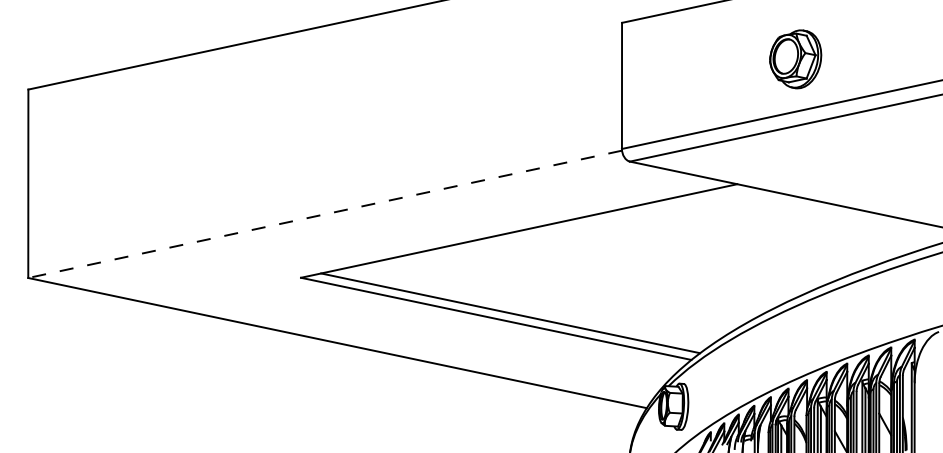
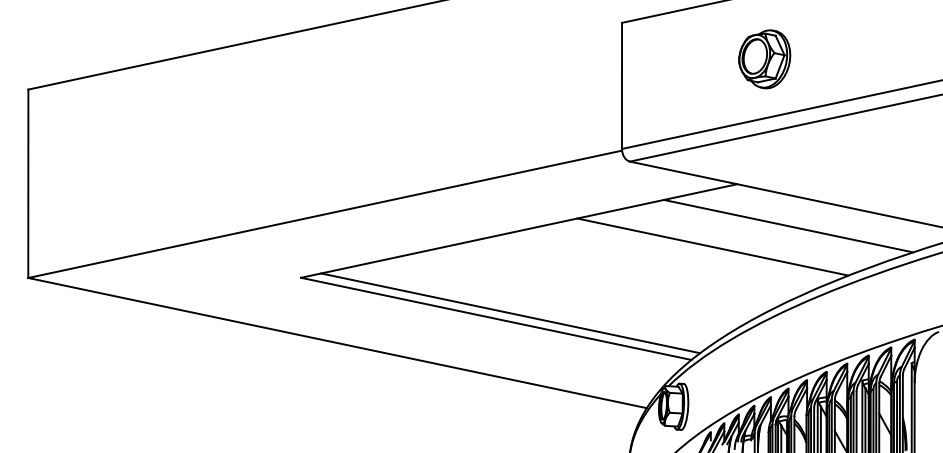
part at (795, 59) position: (795, 59) -> (764, 59)
line at (325, 214): dashed -> solid
line at (788, 225): none -> present
line at (712, 246): none -> present
